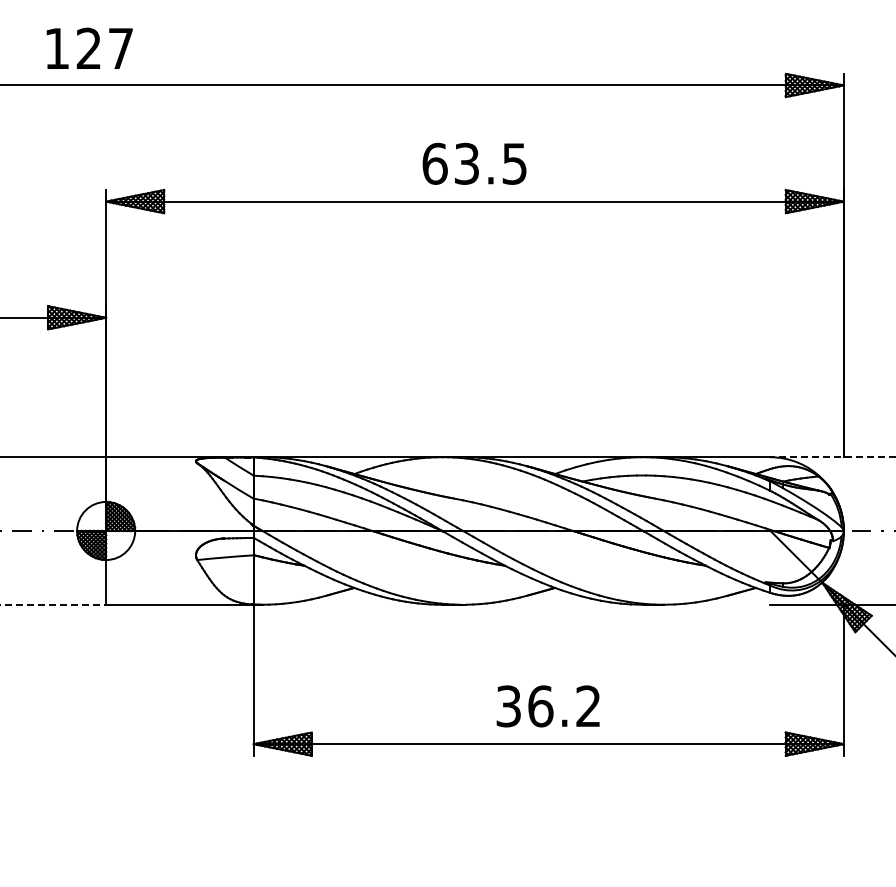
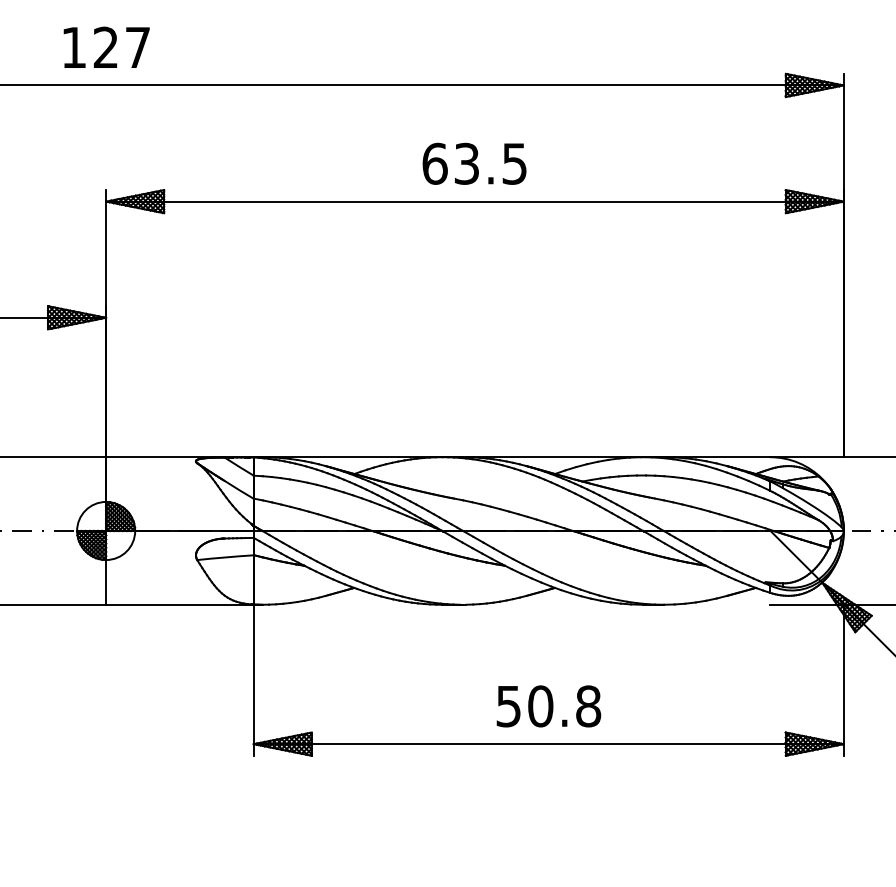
text at (89, 47) position: (89, 47) -> (106, 46)
line at (833, 457): dashed -> solid
line at (53, 604): dashed -> solid
text at (549, 706): 36.2 -> 50.8
